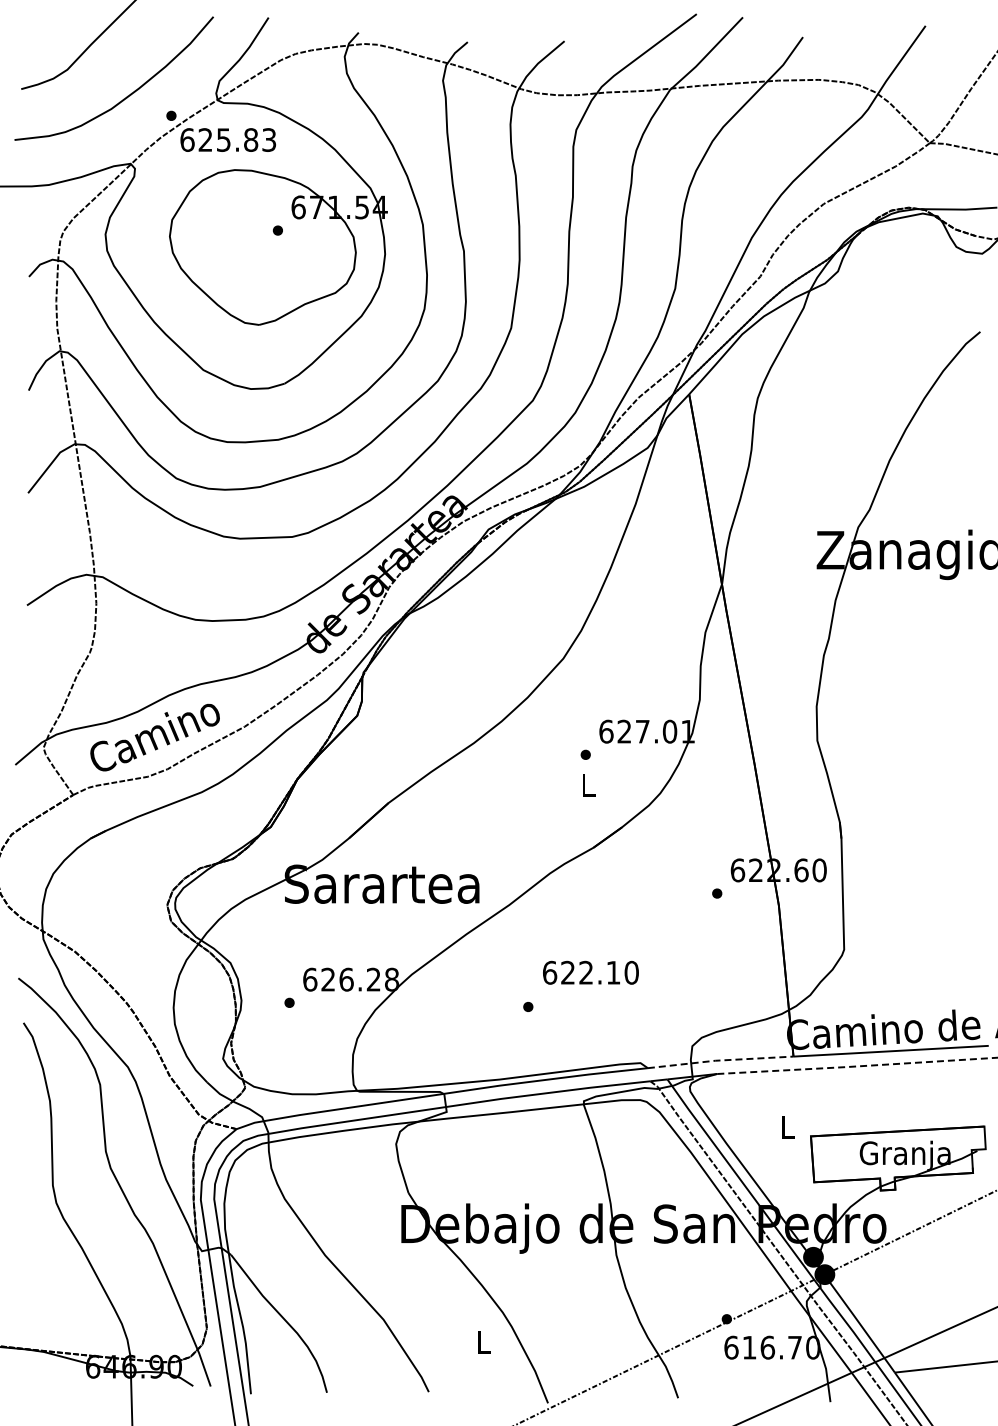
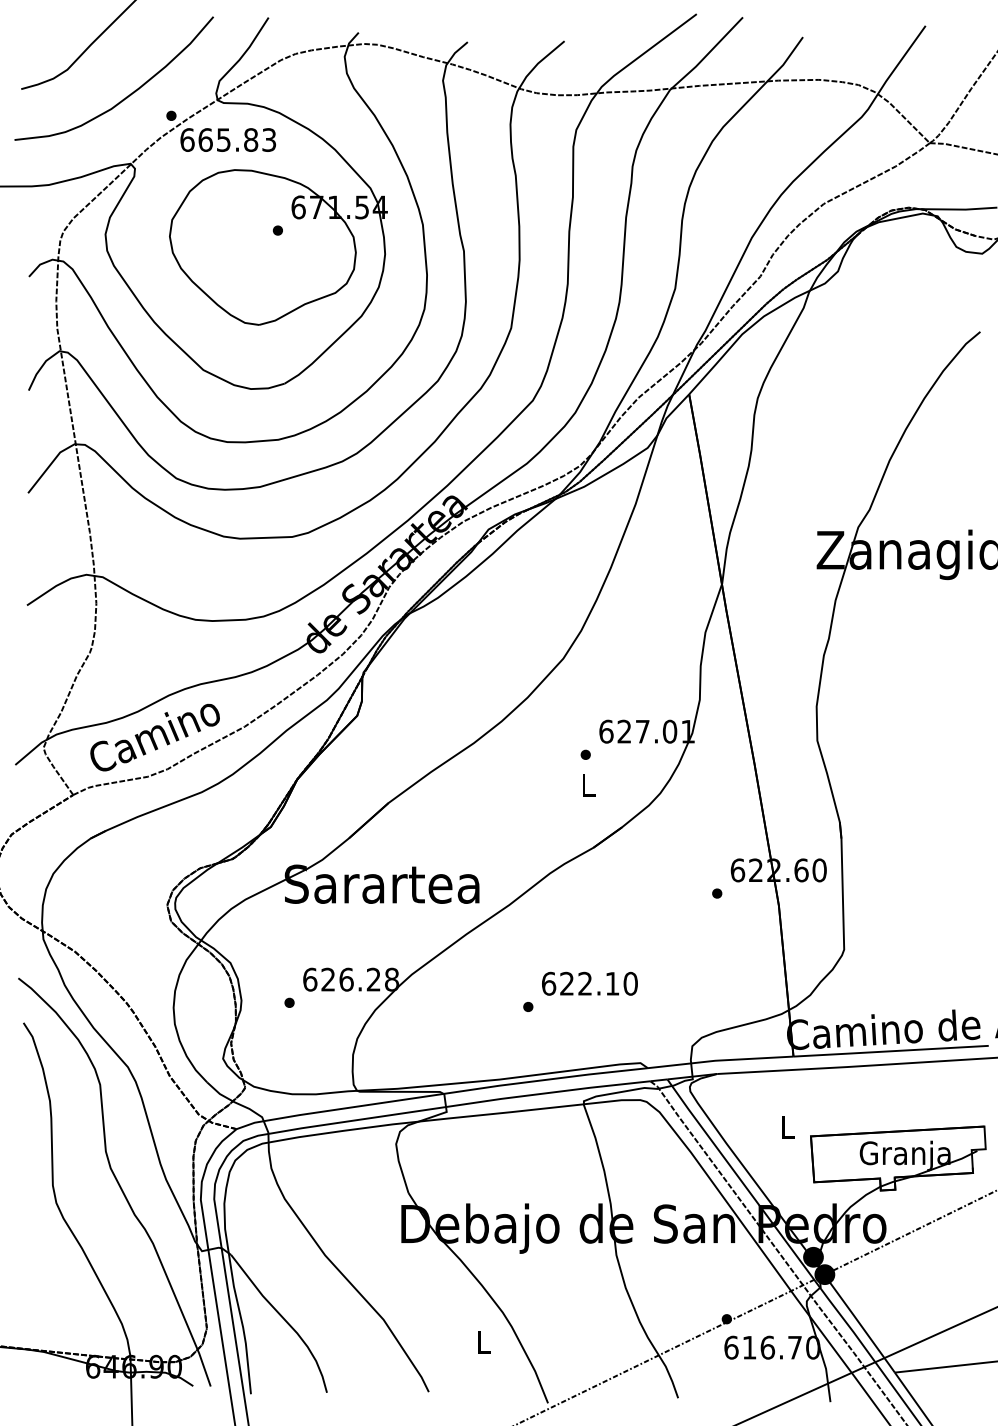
text at (205, 139): 625.83 -> 665.83
text at (590, 972) position: (590, 972) -> (589, 983)
line at (720, 1060): dashed -> solid
line at (857, 1066): dashed -> solid
